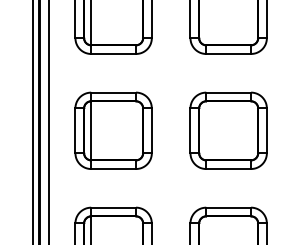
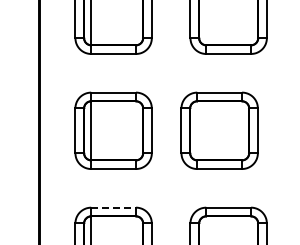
line at (33, 121): present -> none
line at (48, 121): present -> none
part at (228, 130) position: (228, 130) -> (219, 130)
line at (114, 207): solid -> dashed
